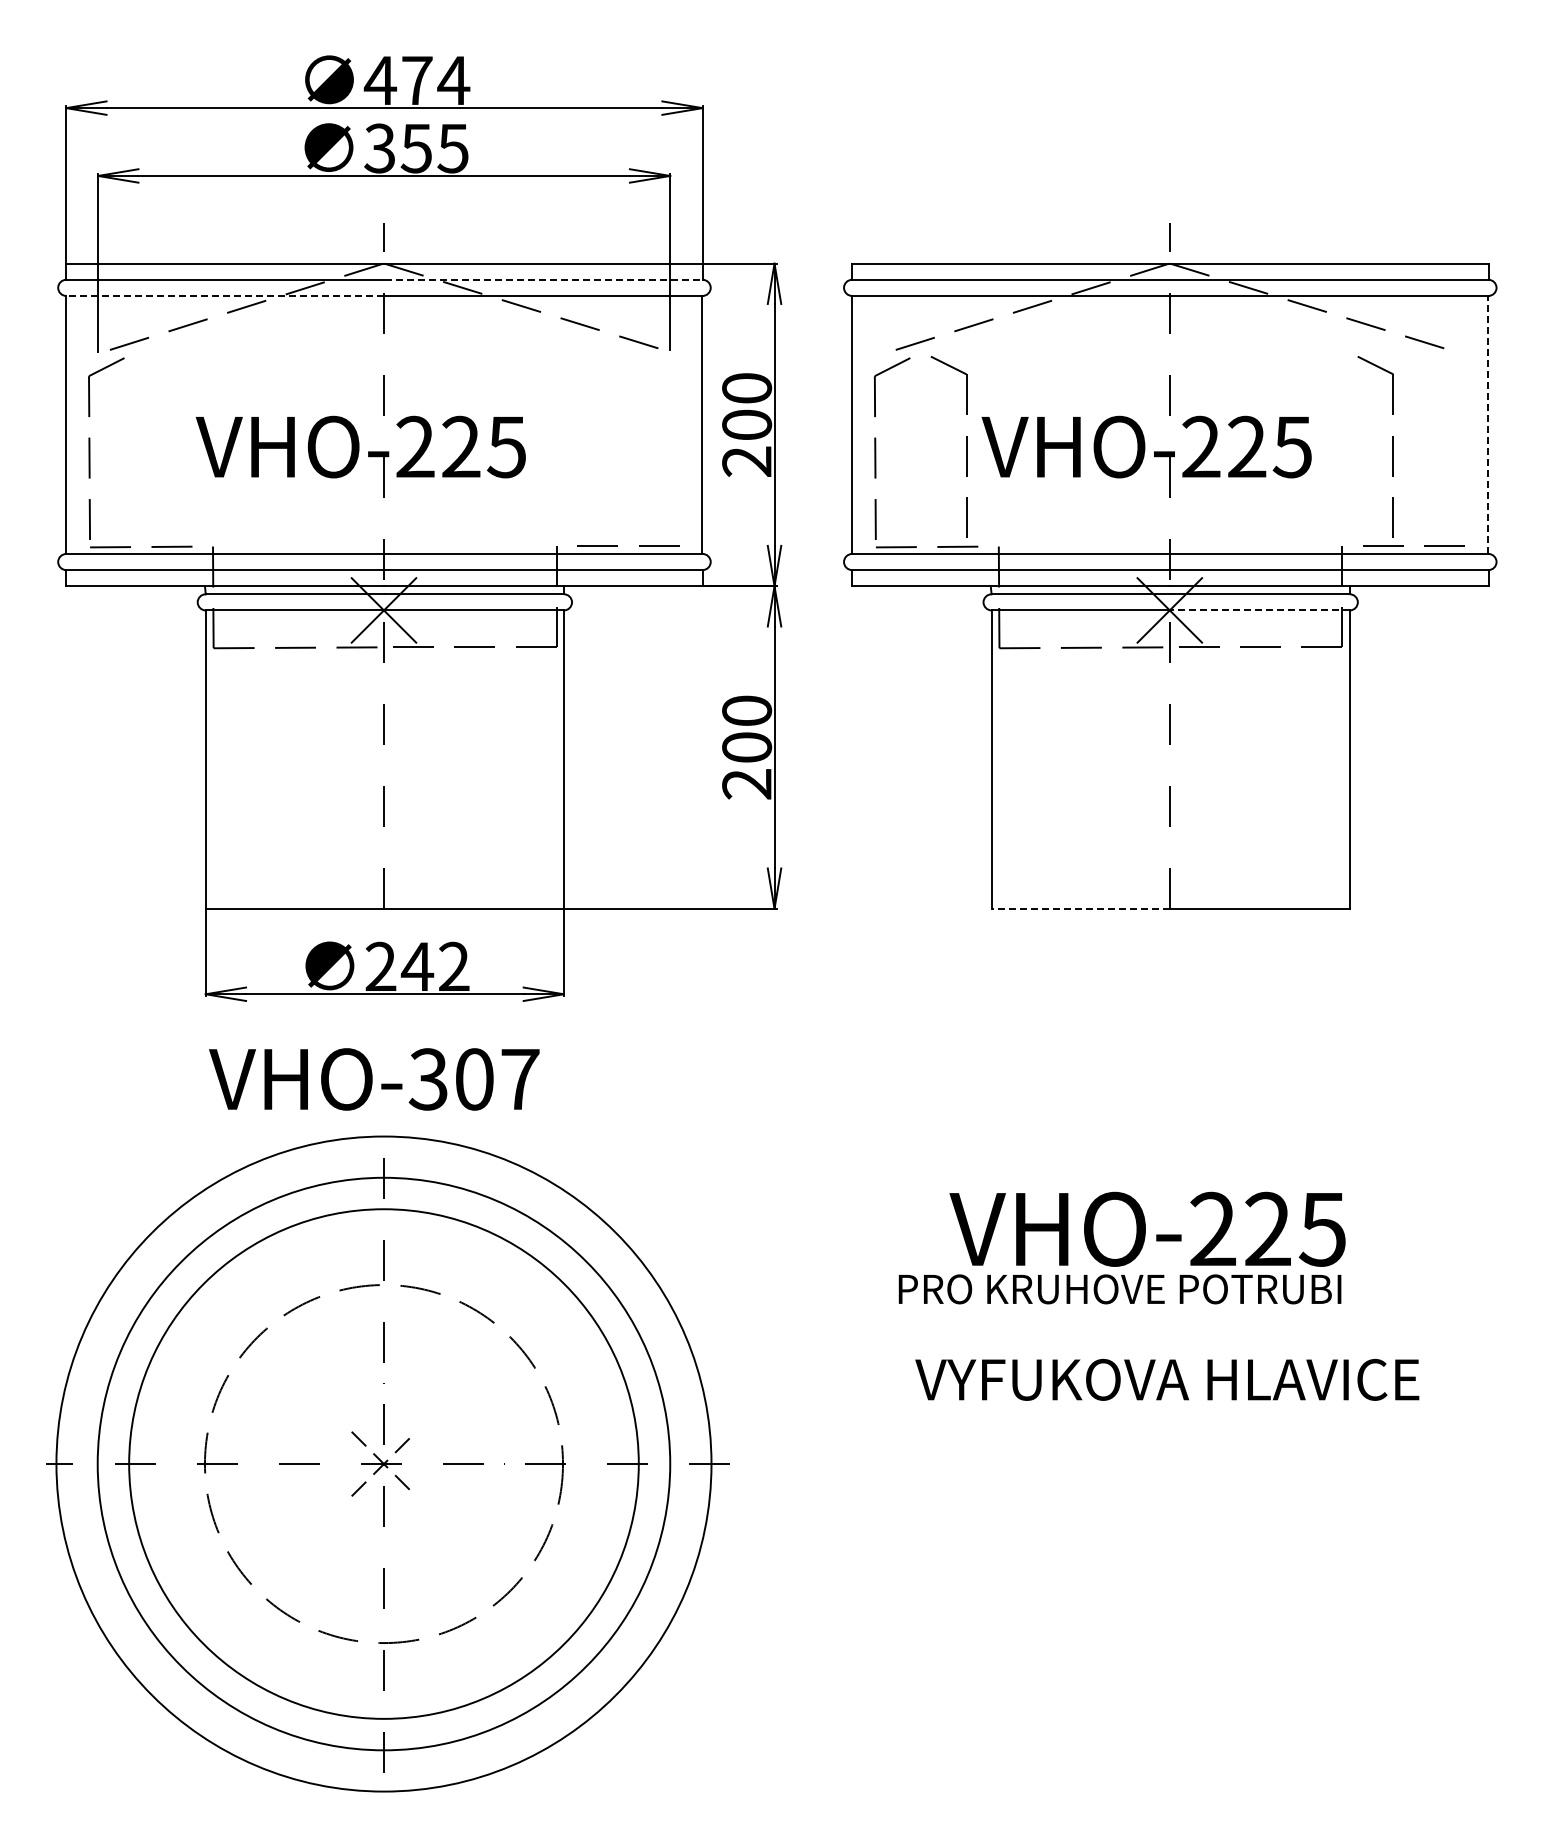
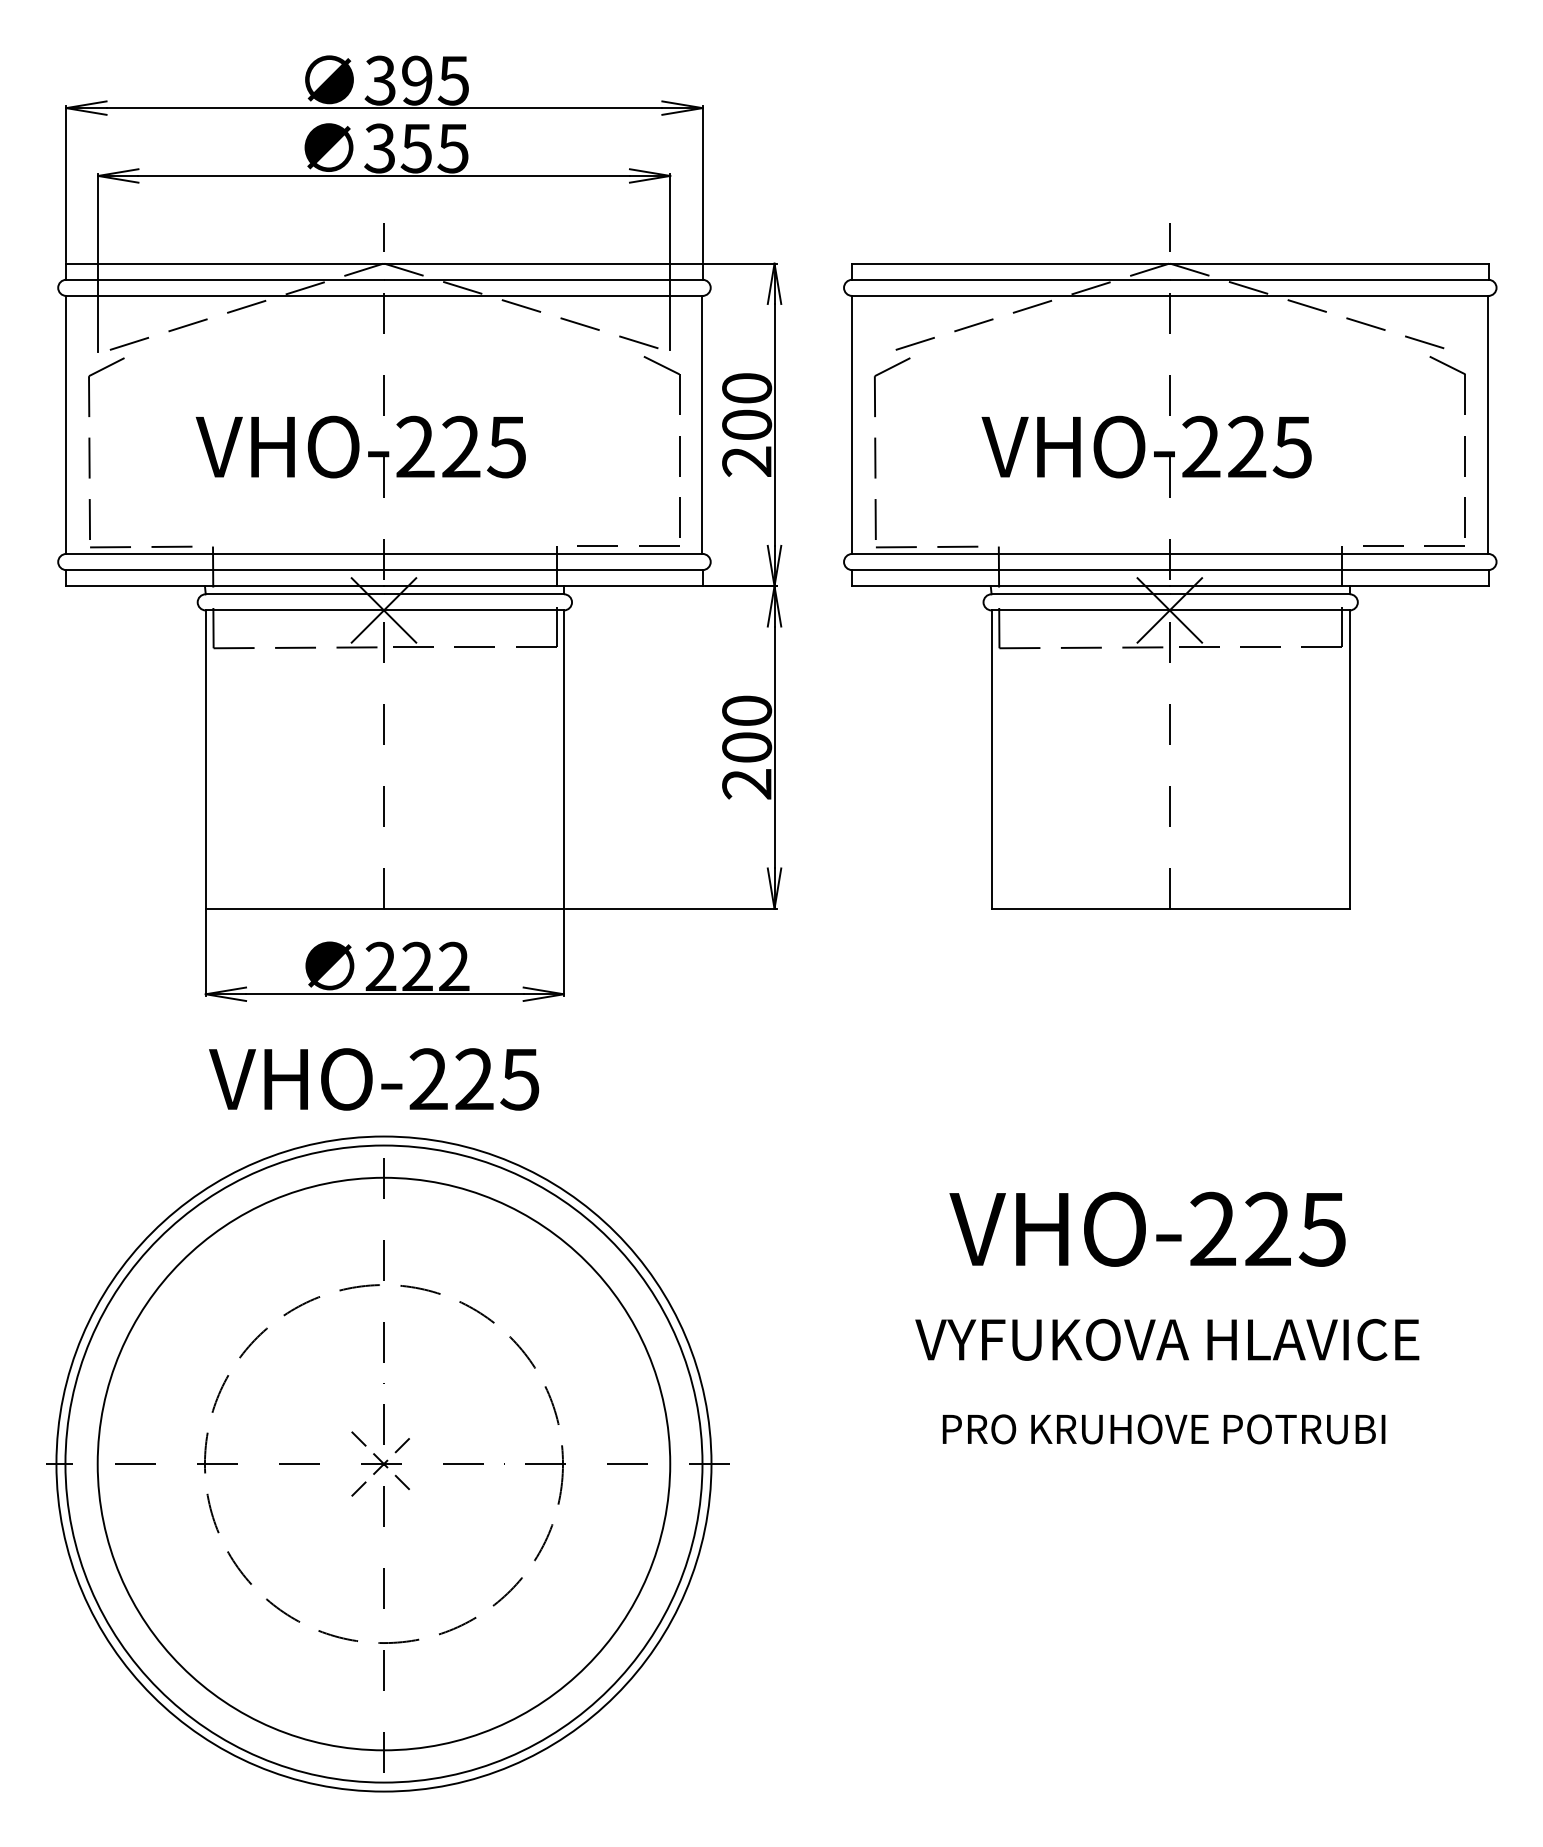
text at (416, 80): 474 -> 395
line at (543, 279): dashed -> solid
line at (225, 295): dashed -> solid
line at (1487, 424): dashed -> solid
part at (966, 446) position: (966, 446) -> (679, 446)
part at (1392, 446) position: (1392, 446) -> (1464, 446)
line at (1260, 610): dashed -> solid
line at (1080, 908): dashed -> solid
text at (417, 965): 242 -> 222
text at (473, 1079): VHO-307 -> VHO-225
text at (1119, 1289) position: (1119, 1289) -> (1163, 1429)
text at (1167, 1379) position: (1167, 1379) -> (1167, 1339)
circle at (383, 1463) diameter: 510 px -> 637 px
